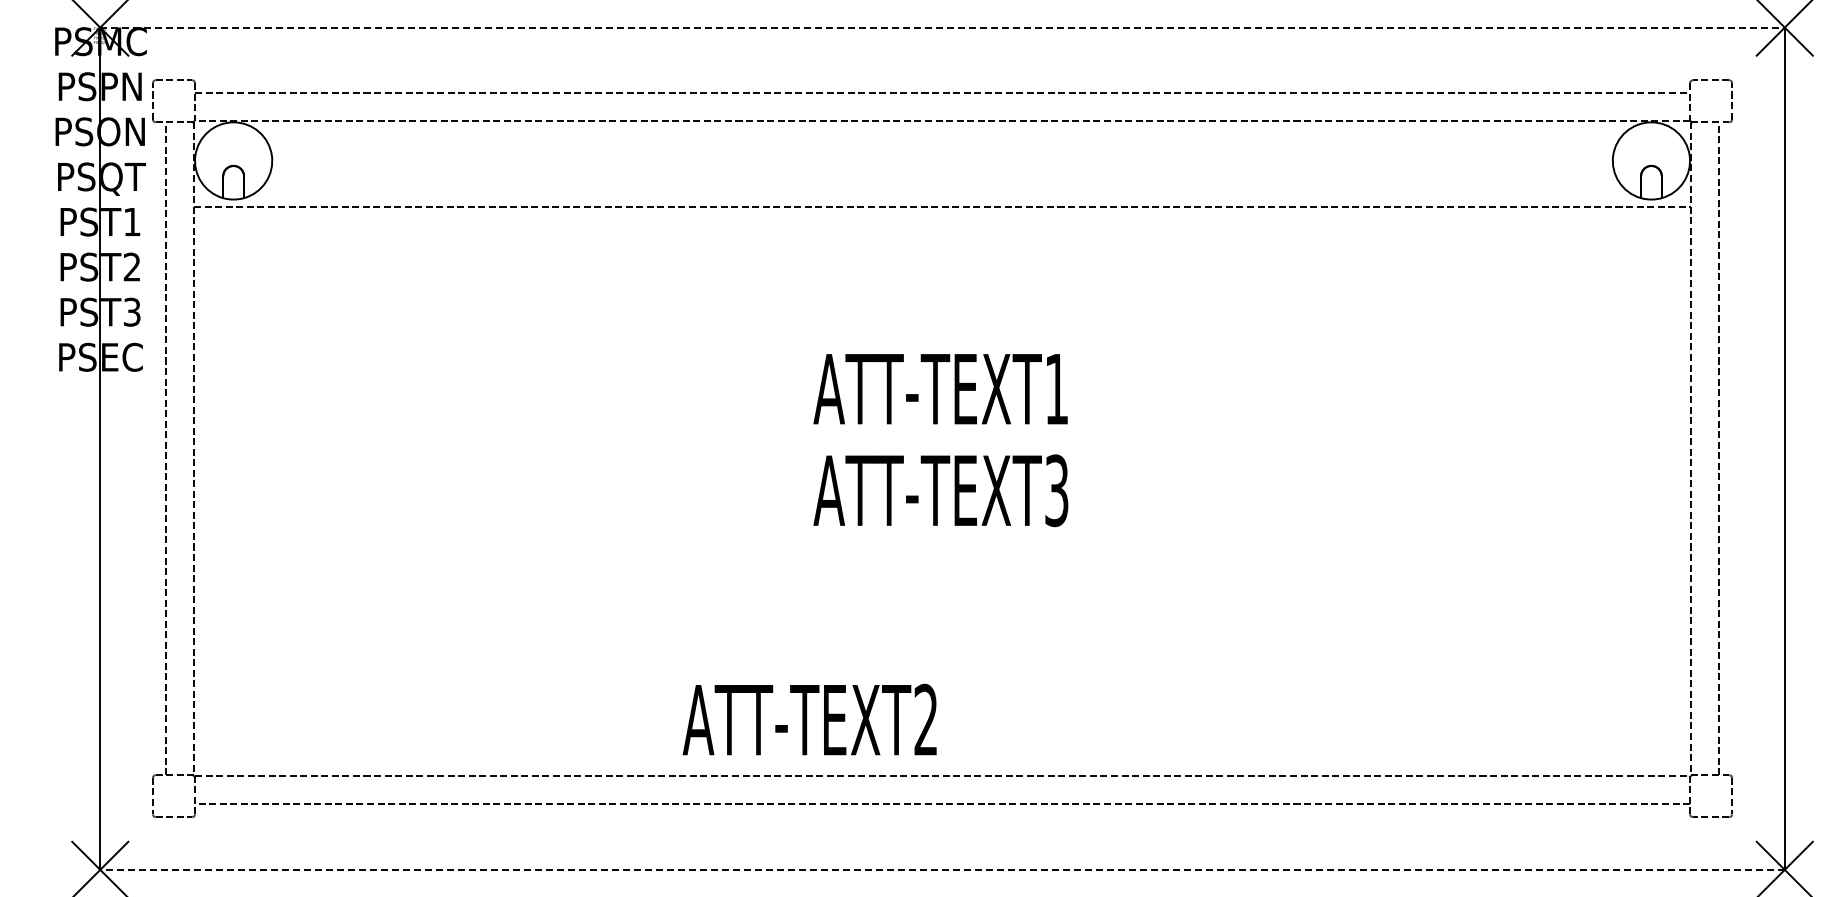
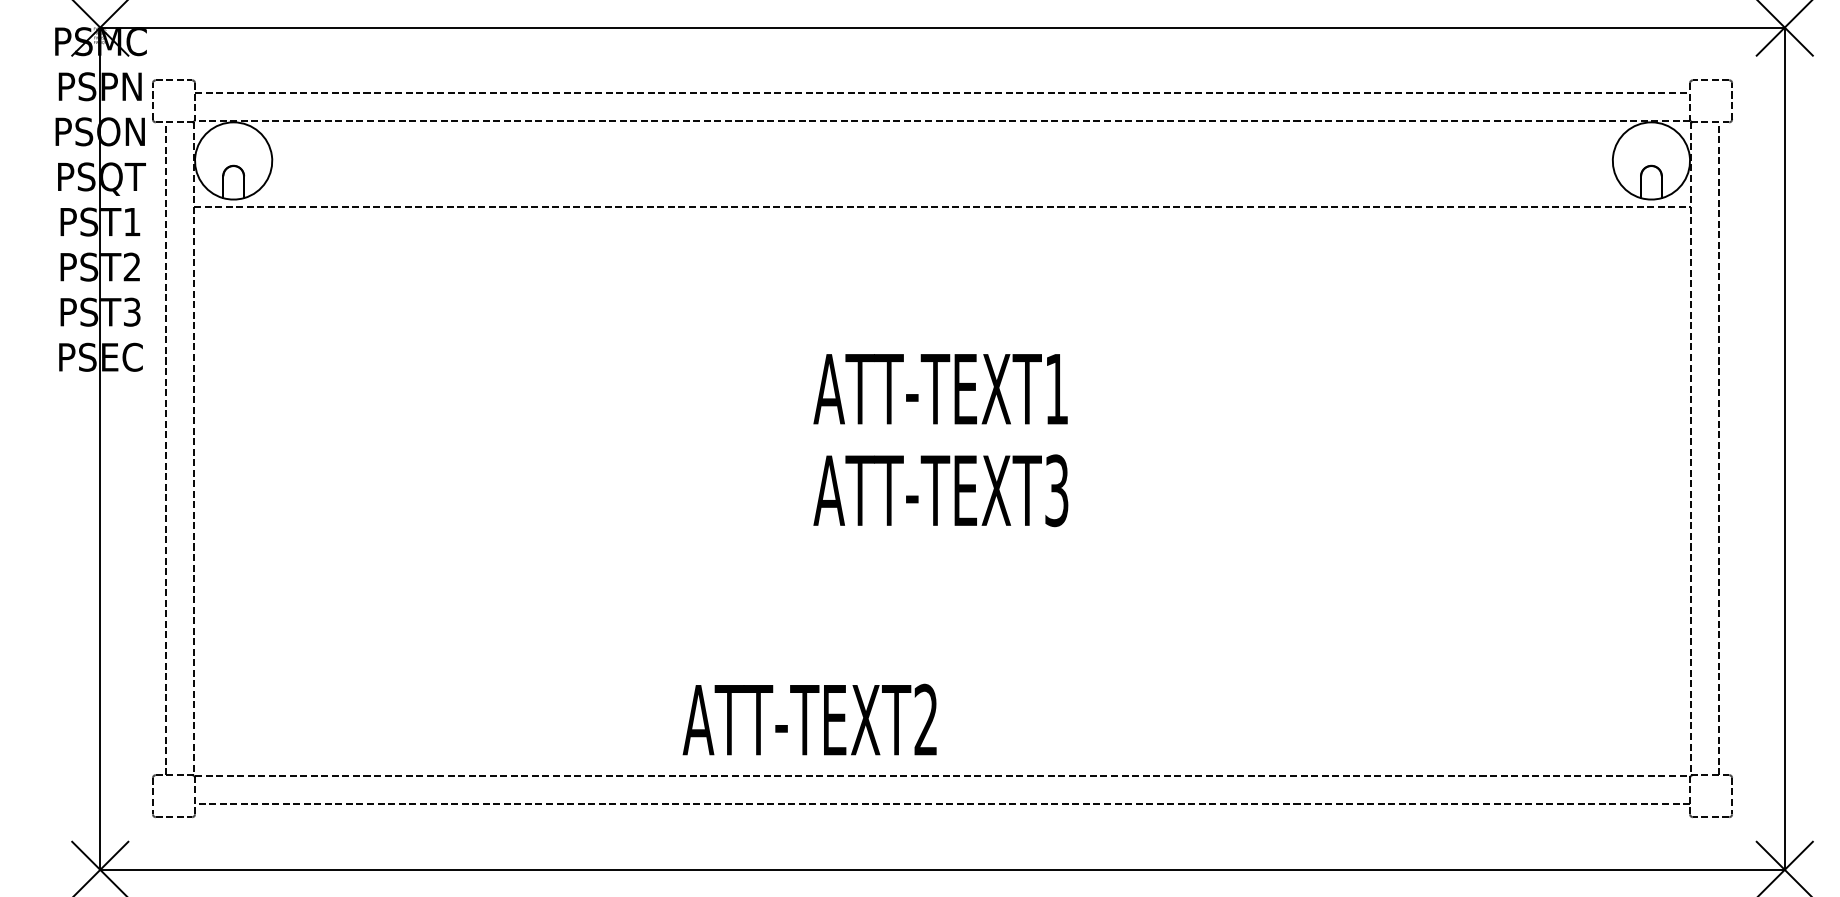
line at (943, 27): dashed -> solid
line at (942, 869): dashed -> solid
